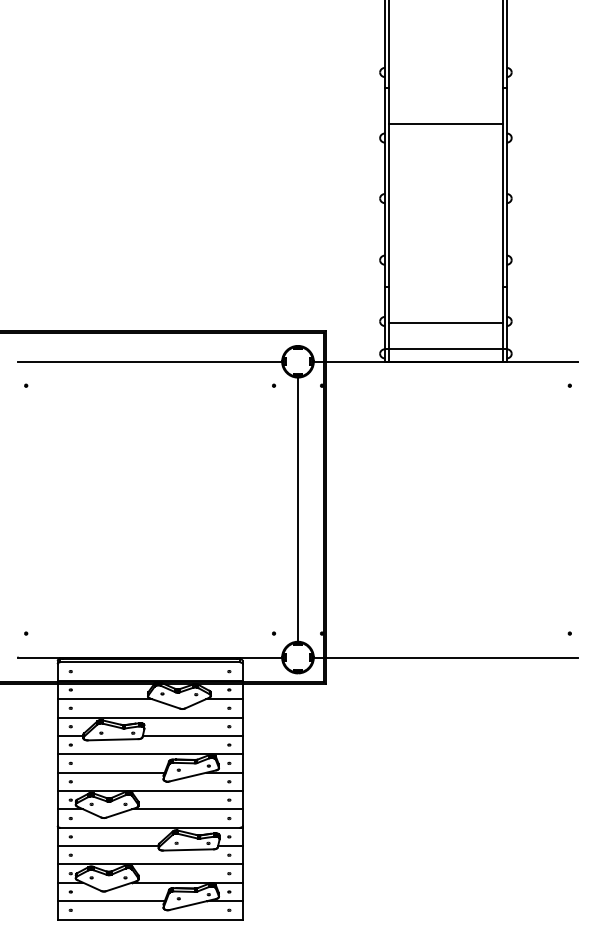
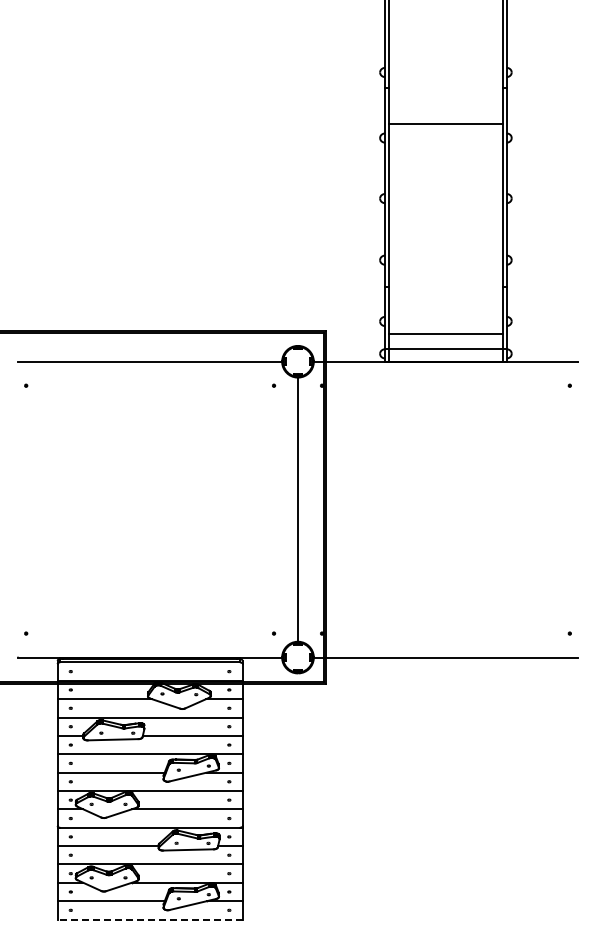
line at (445, 323) position: (445, 323) -> (445, 334)
line at (149, 919): solid -> dashed
